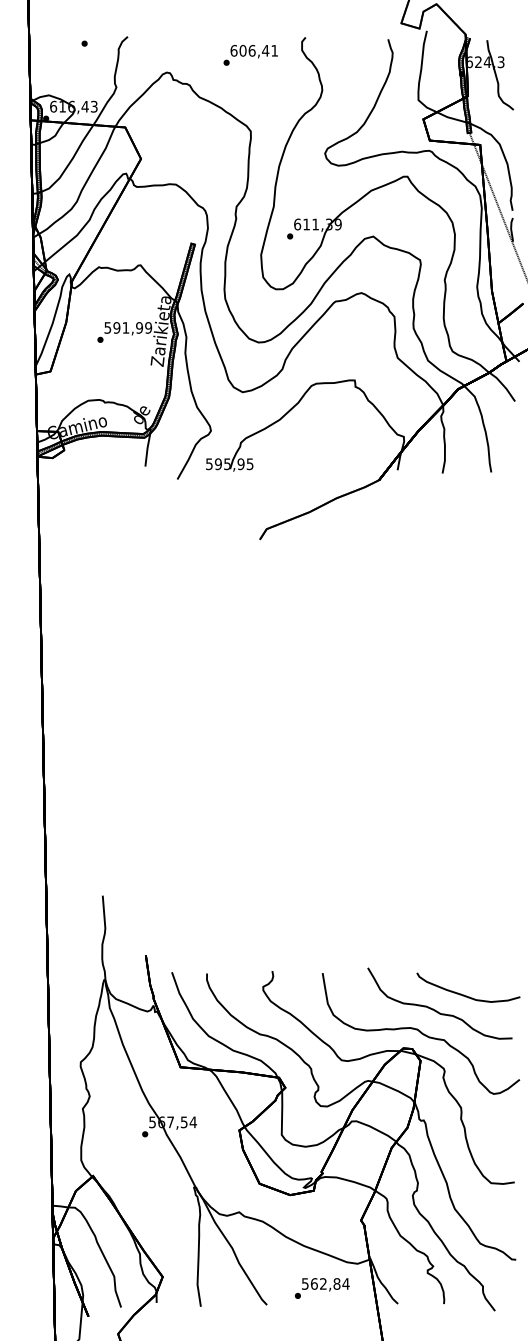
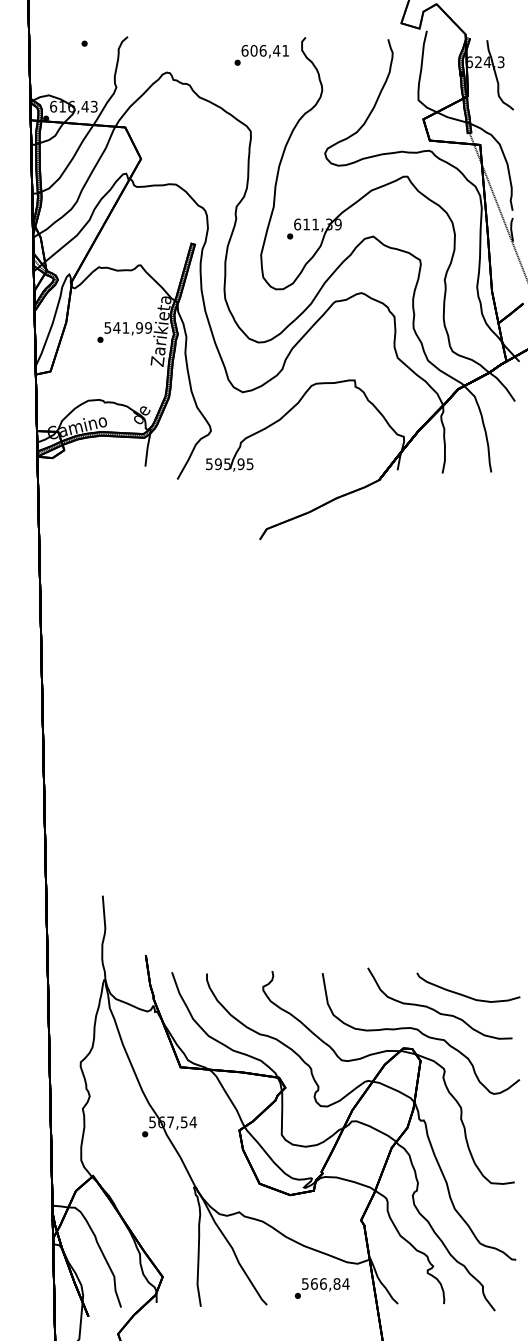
text at (250, 55) position: (250, 55) -> (261, 55)
text at (116, 327): 591,99 -> 541,99
text at (323, 1283): 562,84 -> 566,84
